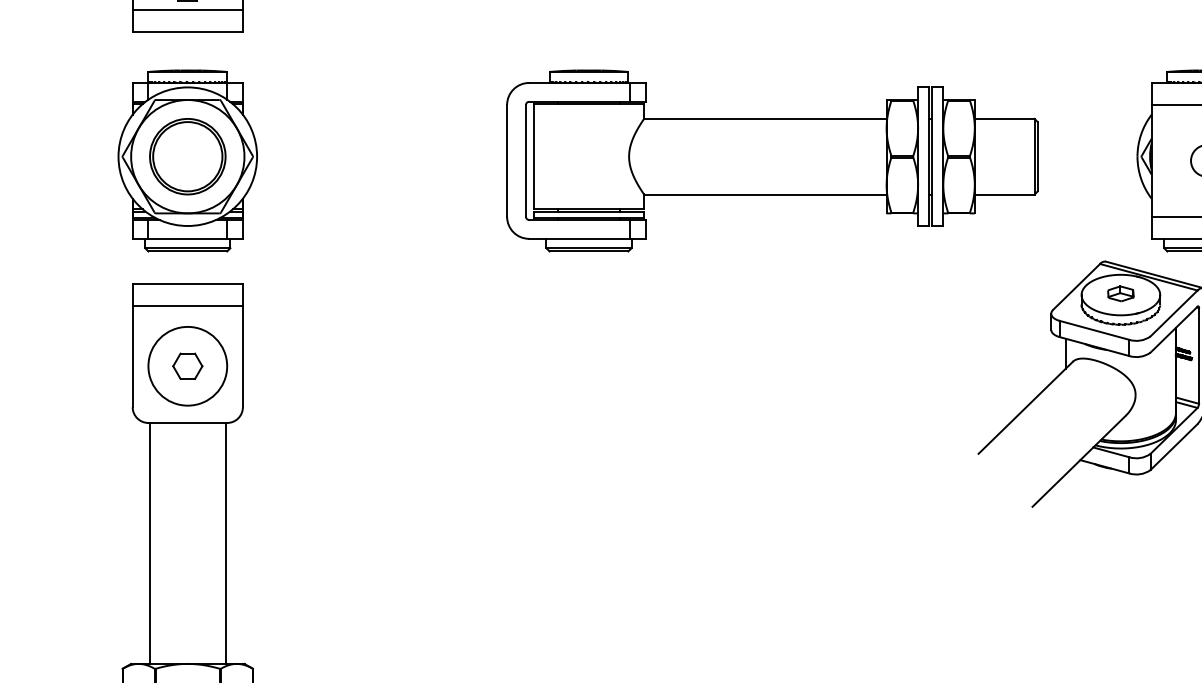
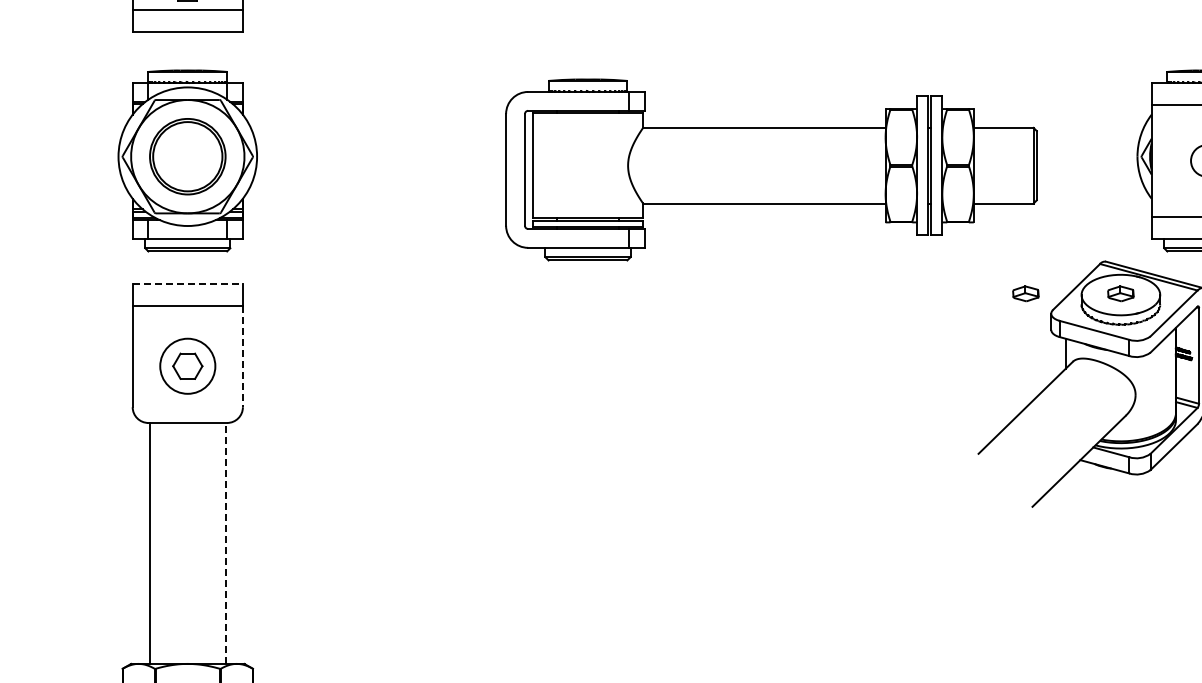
part at (772, 160) position: (772, 160) -> (771, 169)
line at (188, 284): solid -> dashed
part at (1025, 293): none -> present
line at (242, 357): solid -> dashed
circle at (187, 365) diameter: 79 px -> 55 px
line at (225, 542): solid -> dashed
